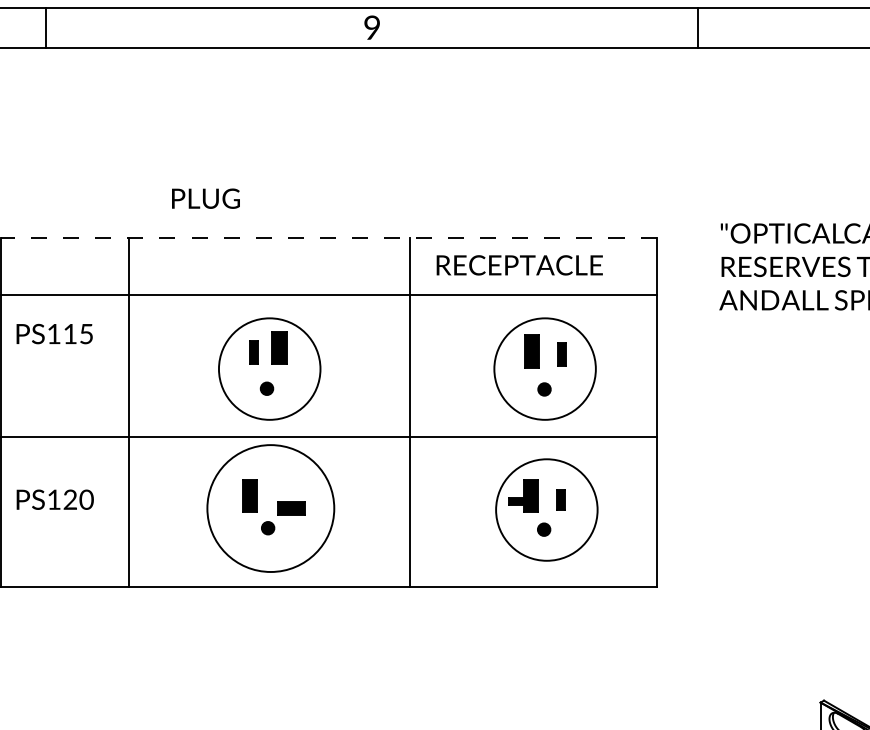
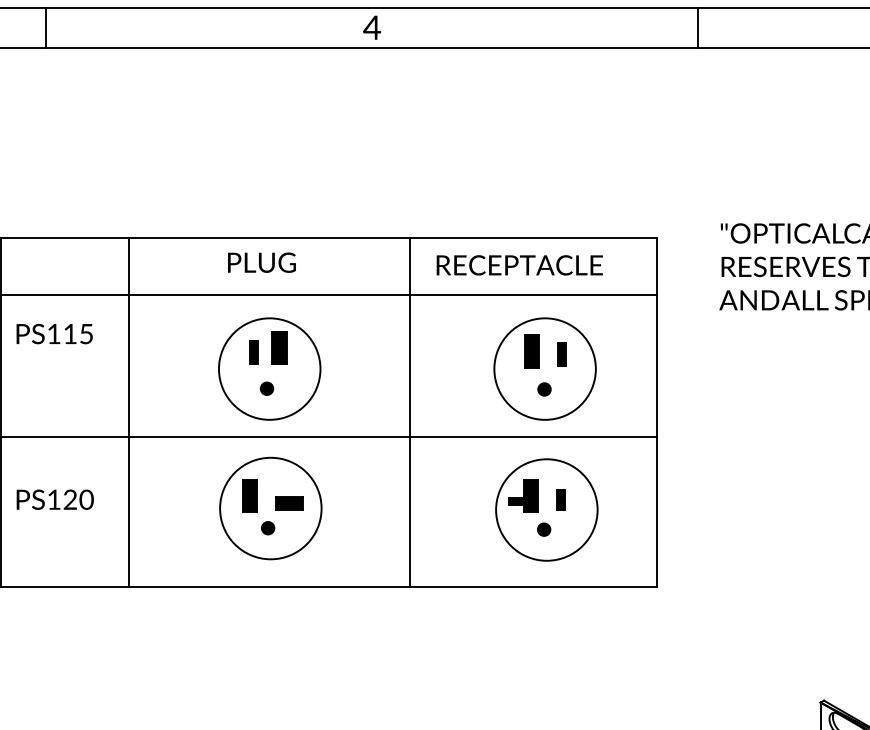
text at (372, 27): 9 -> 4
text at (205, 198) position: (205, 198) -> (261, 262)
line at (329, 237): dashed -> solid
circle at (270, 508) diameter: 127 px -> 102 px
part at (291, 508) position: (291, 508) -> (289, 503)
